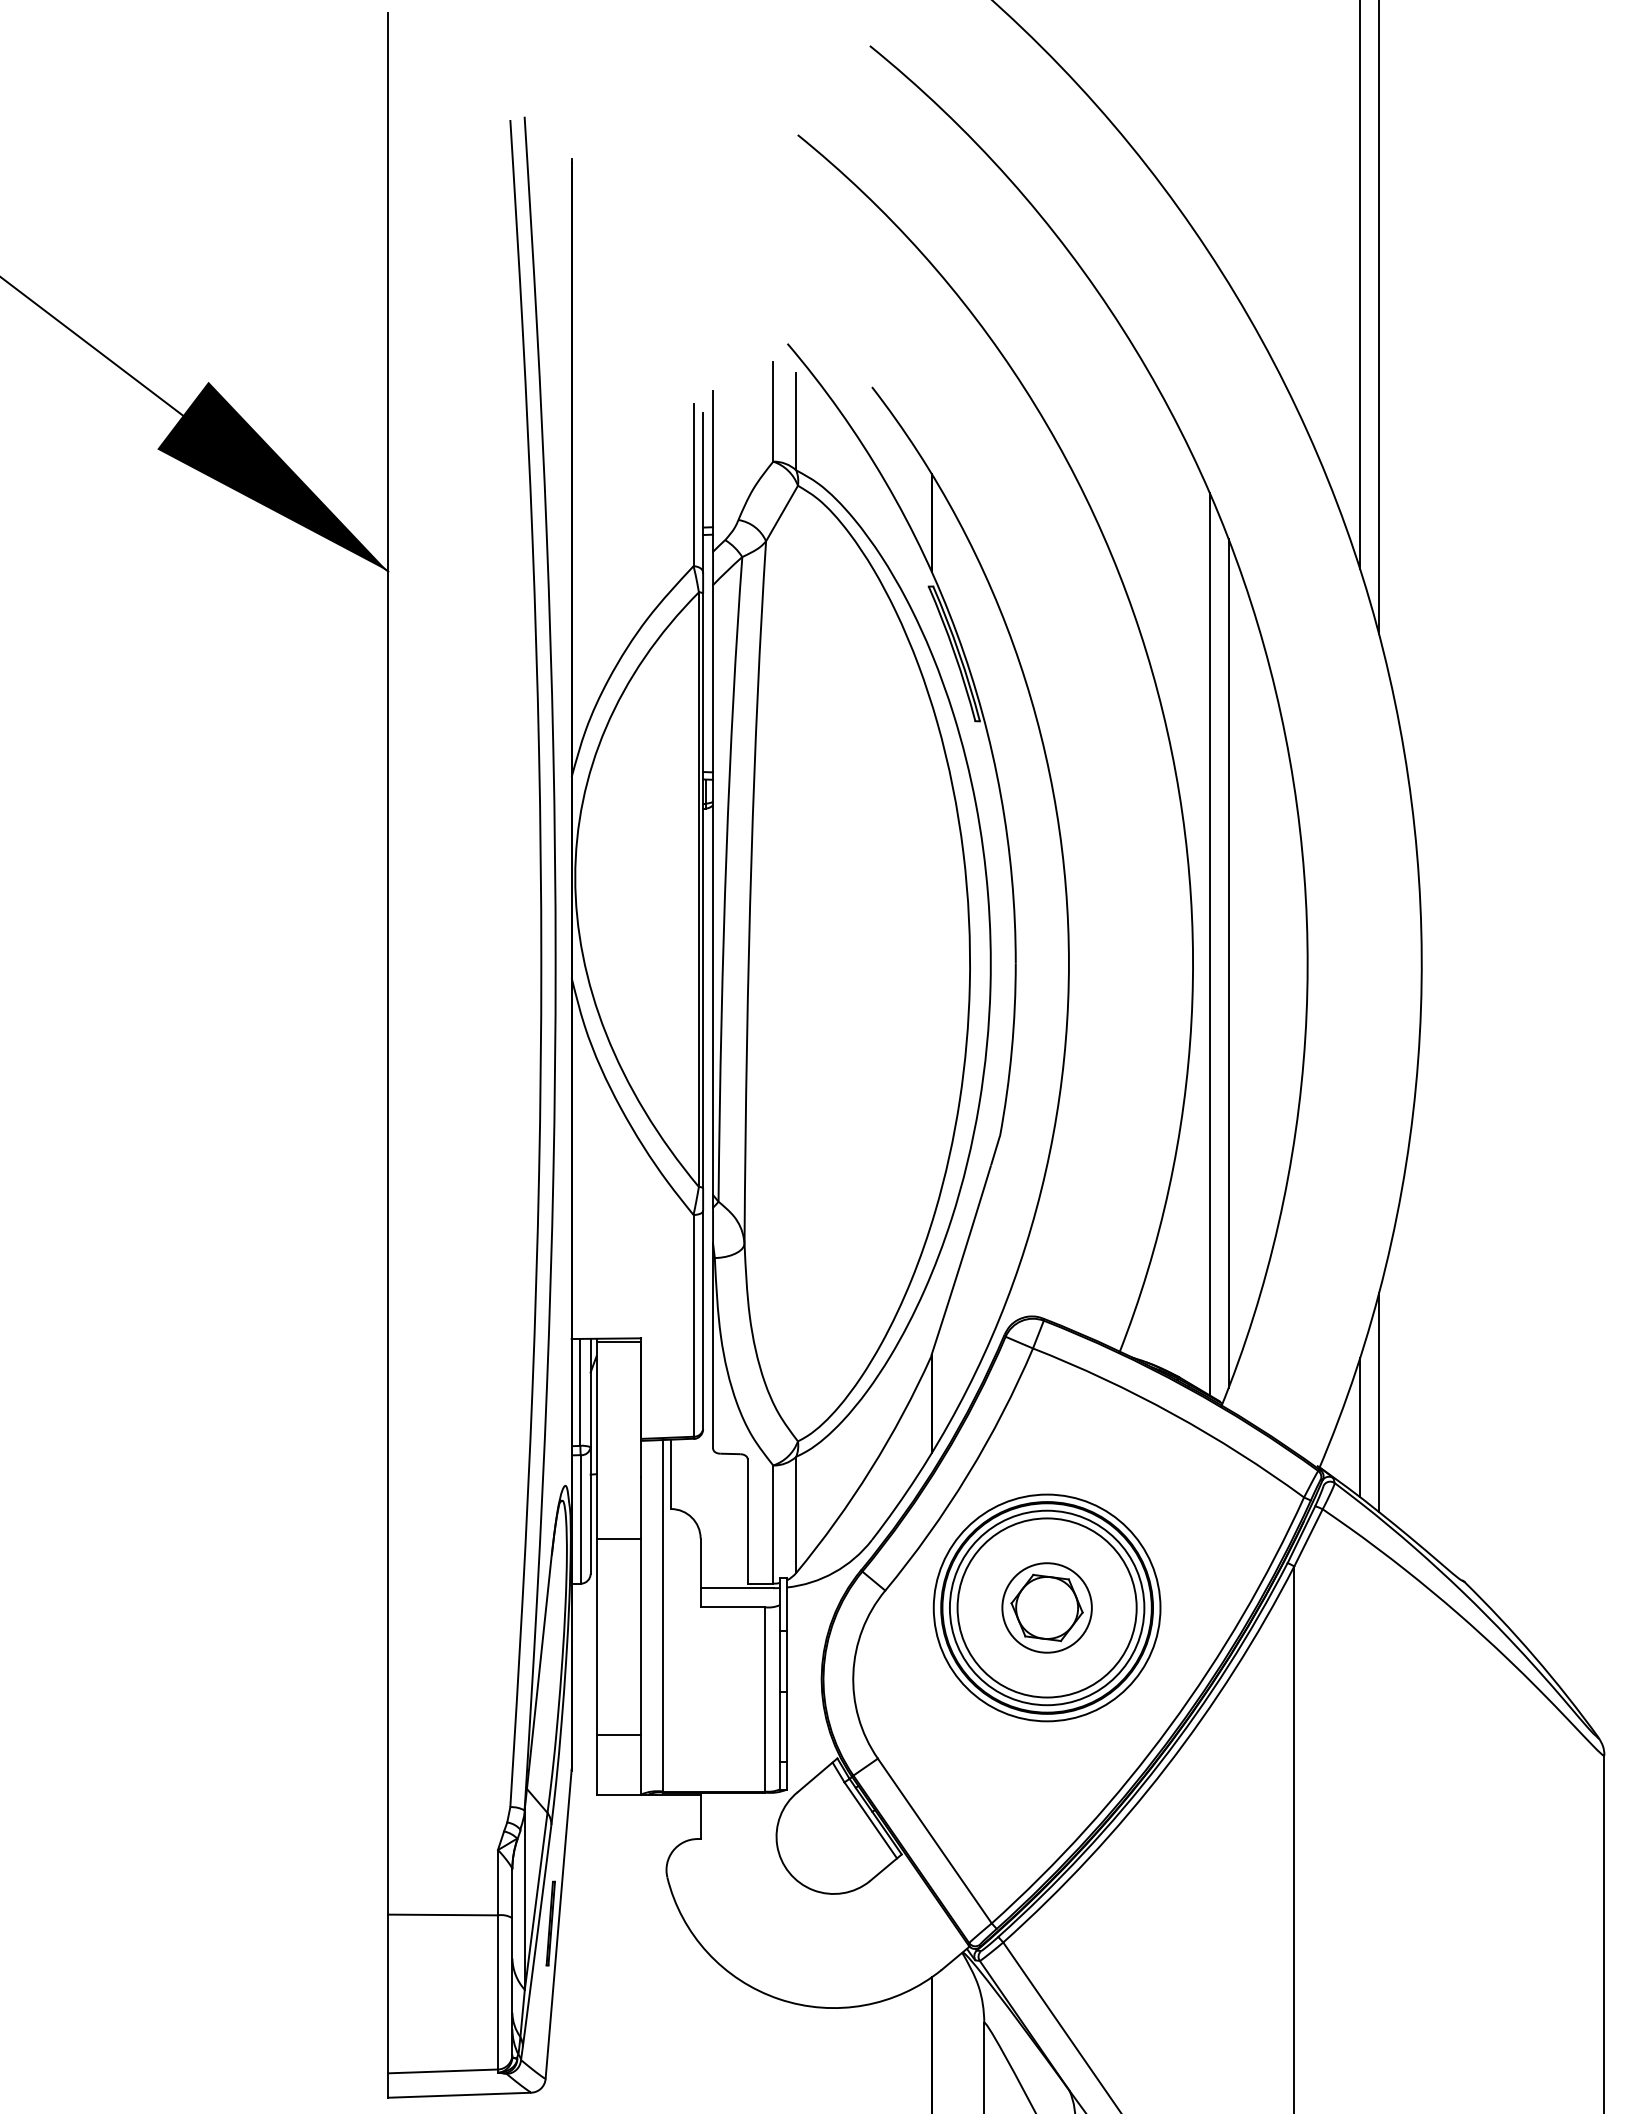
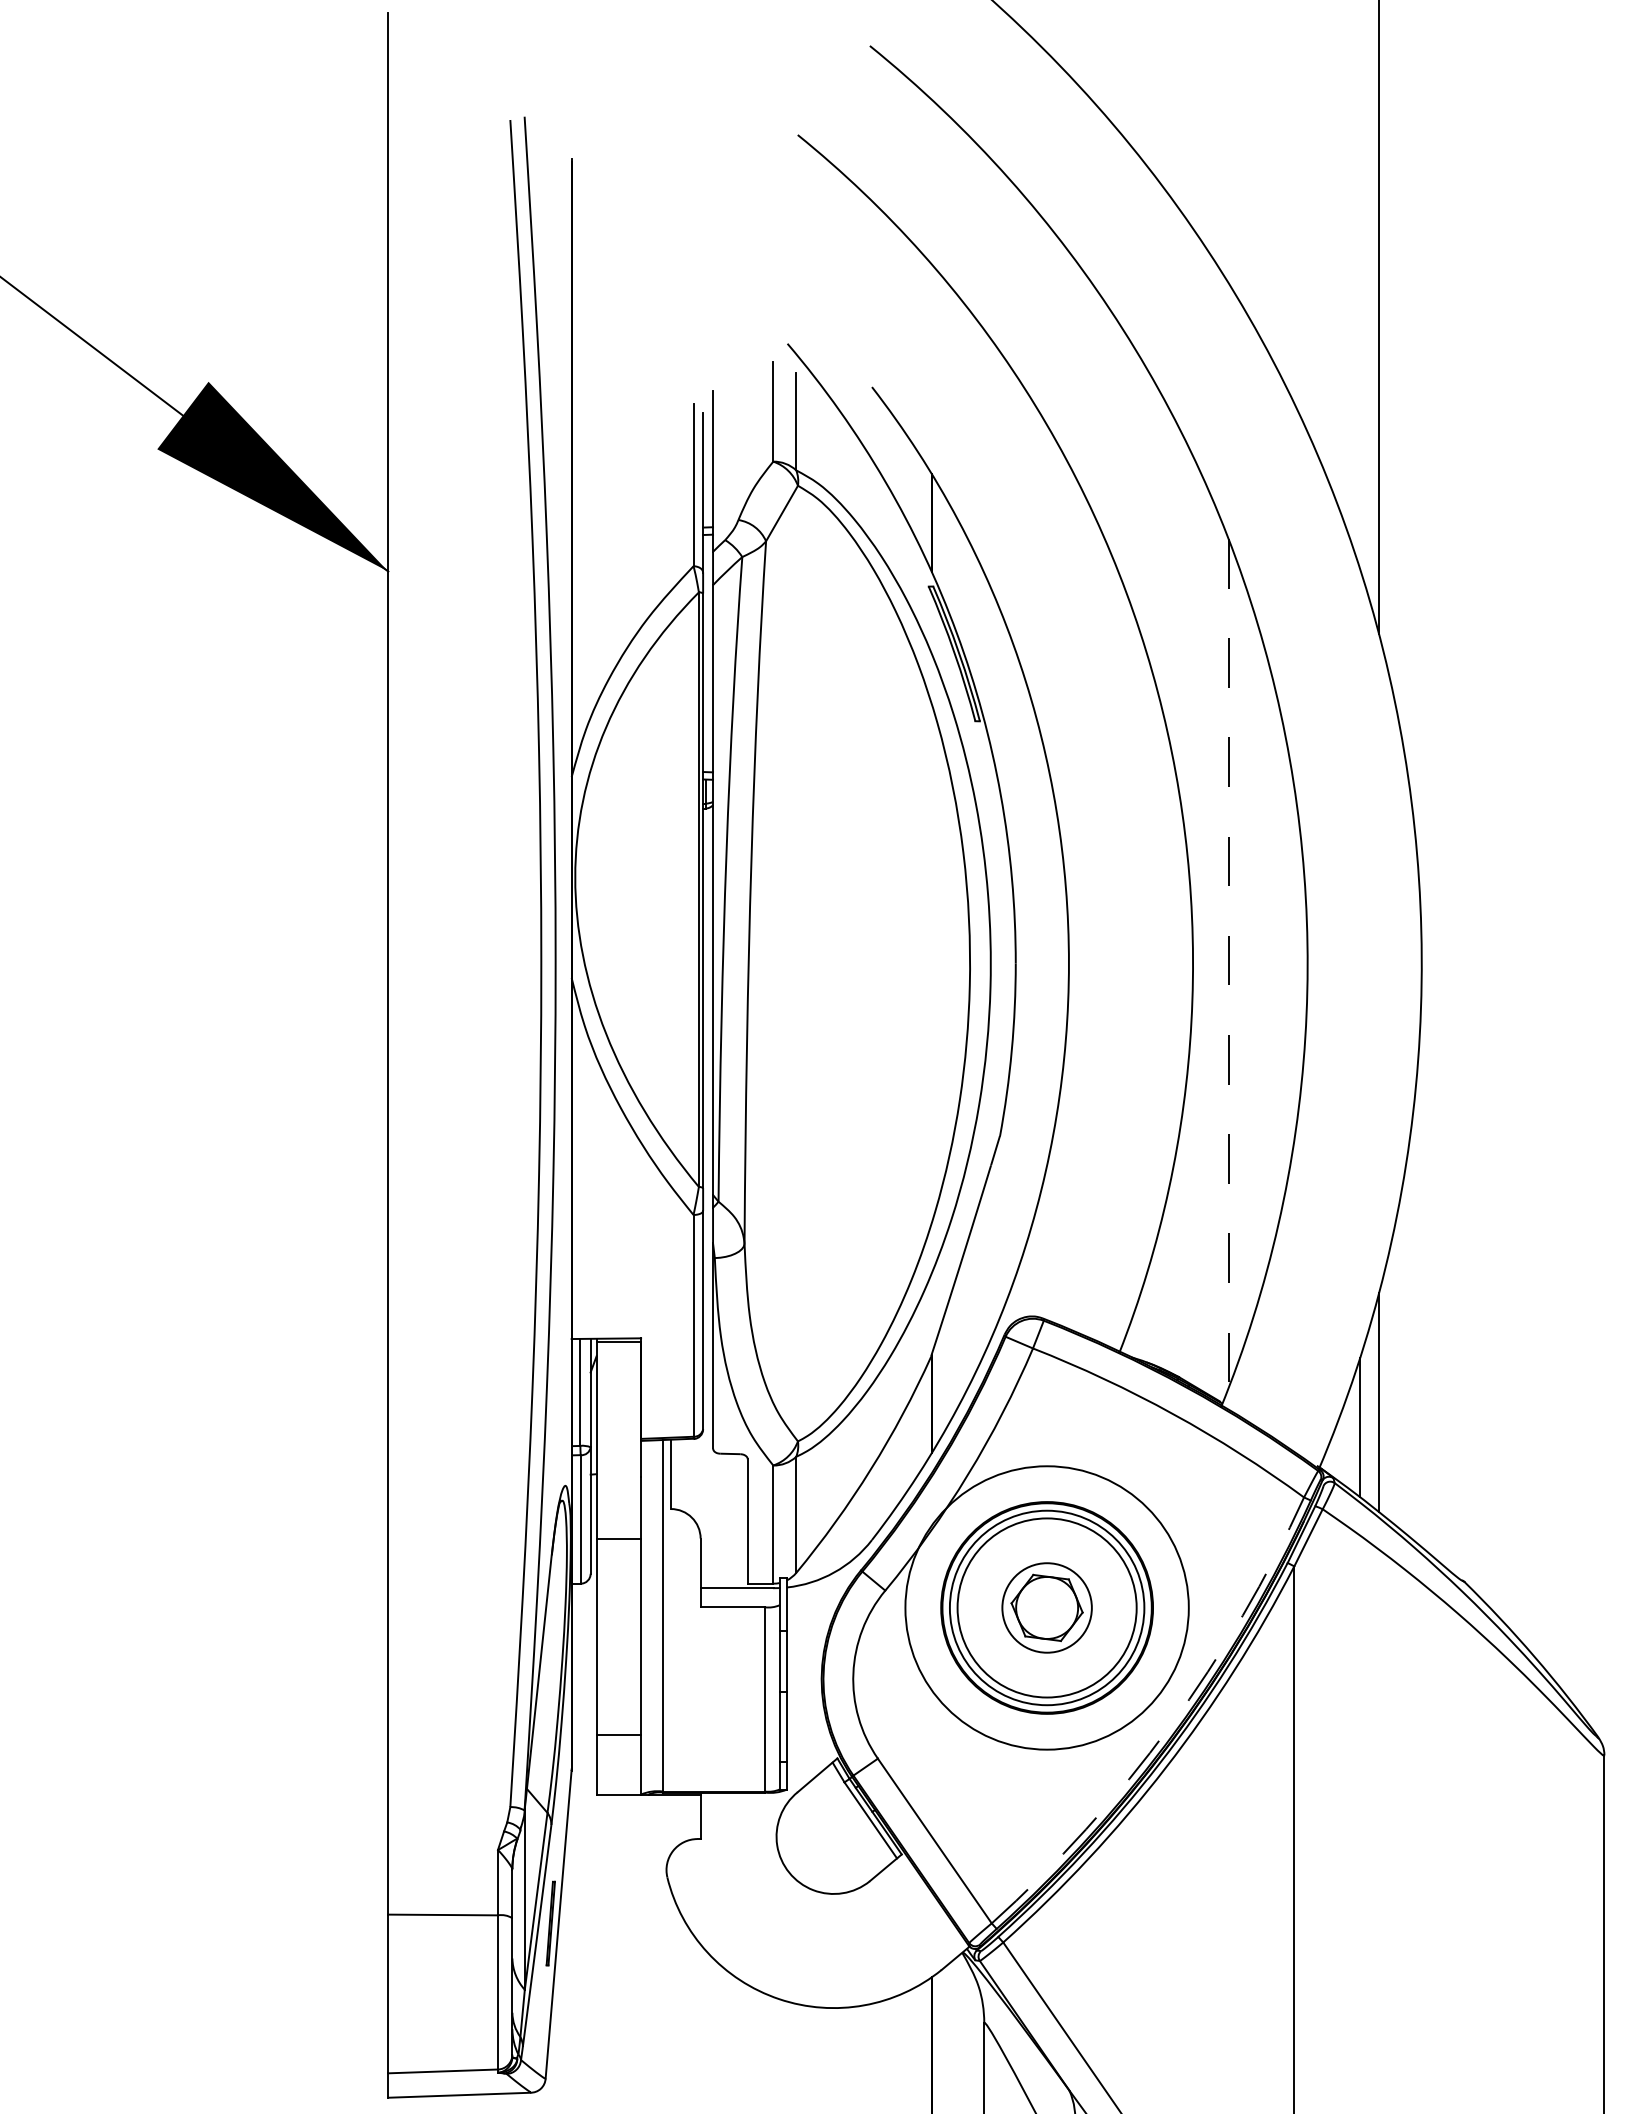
line at (1360, 285): present -> none
line at (1209, 943): present -> none
line at (1228, 963): solid -> dashed
circle at (1046, 1607) diameter: 227 px -> 283 px
arc at (1169, 1726): solid -> dashed
